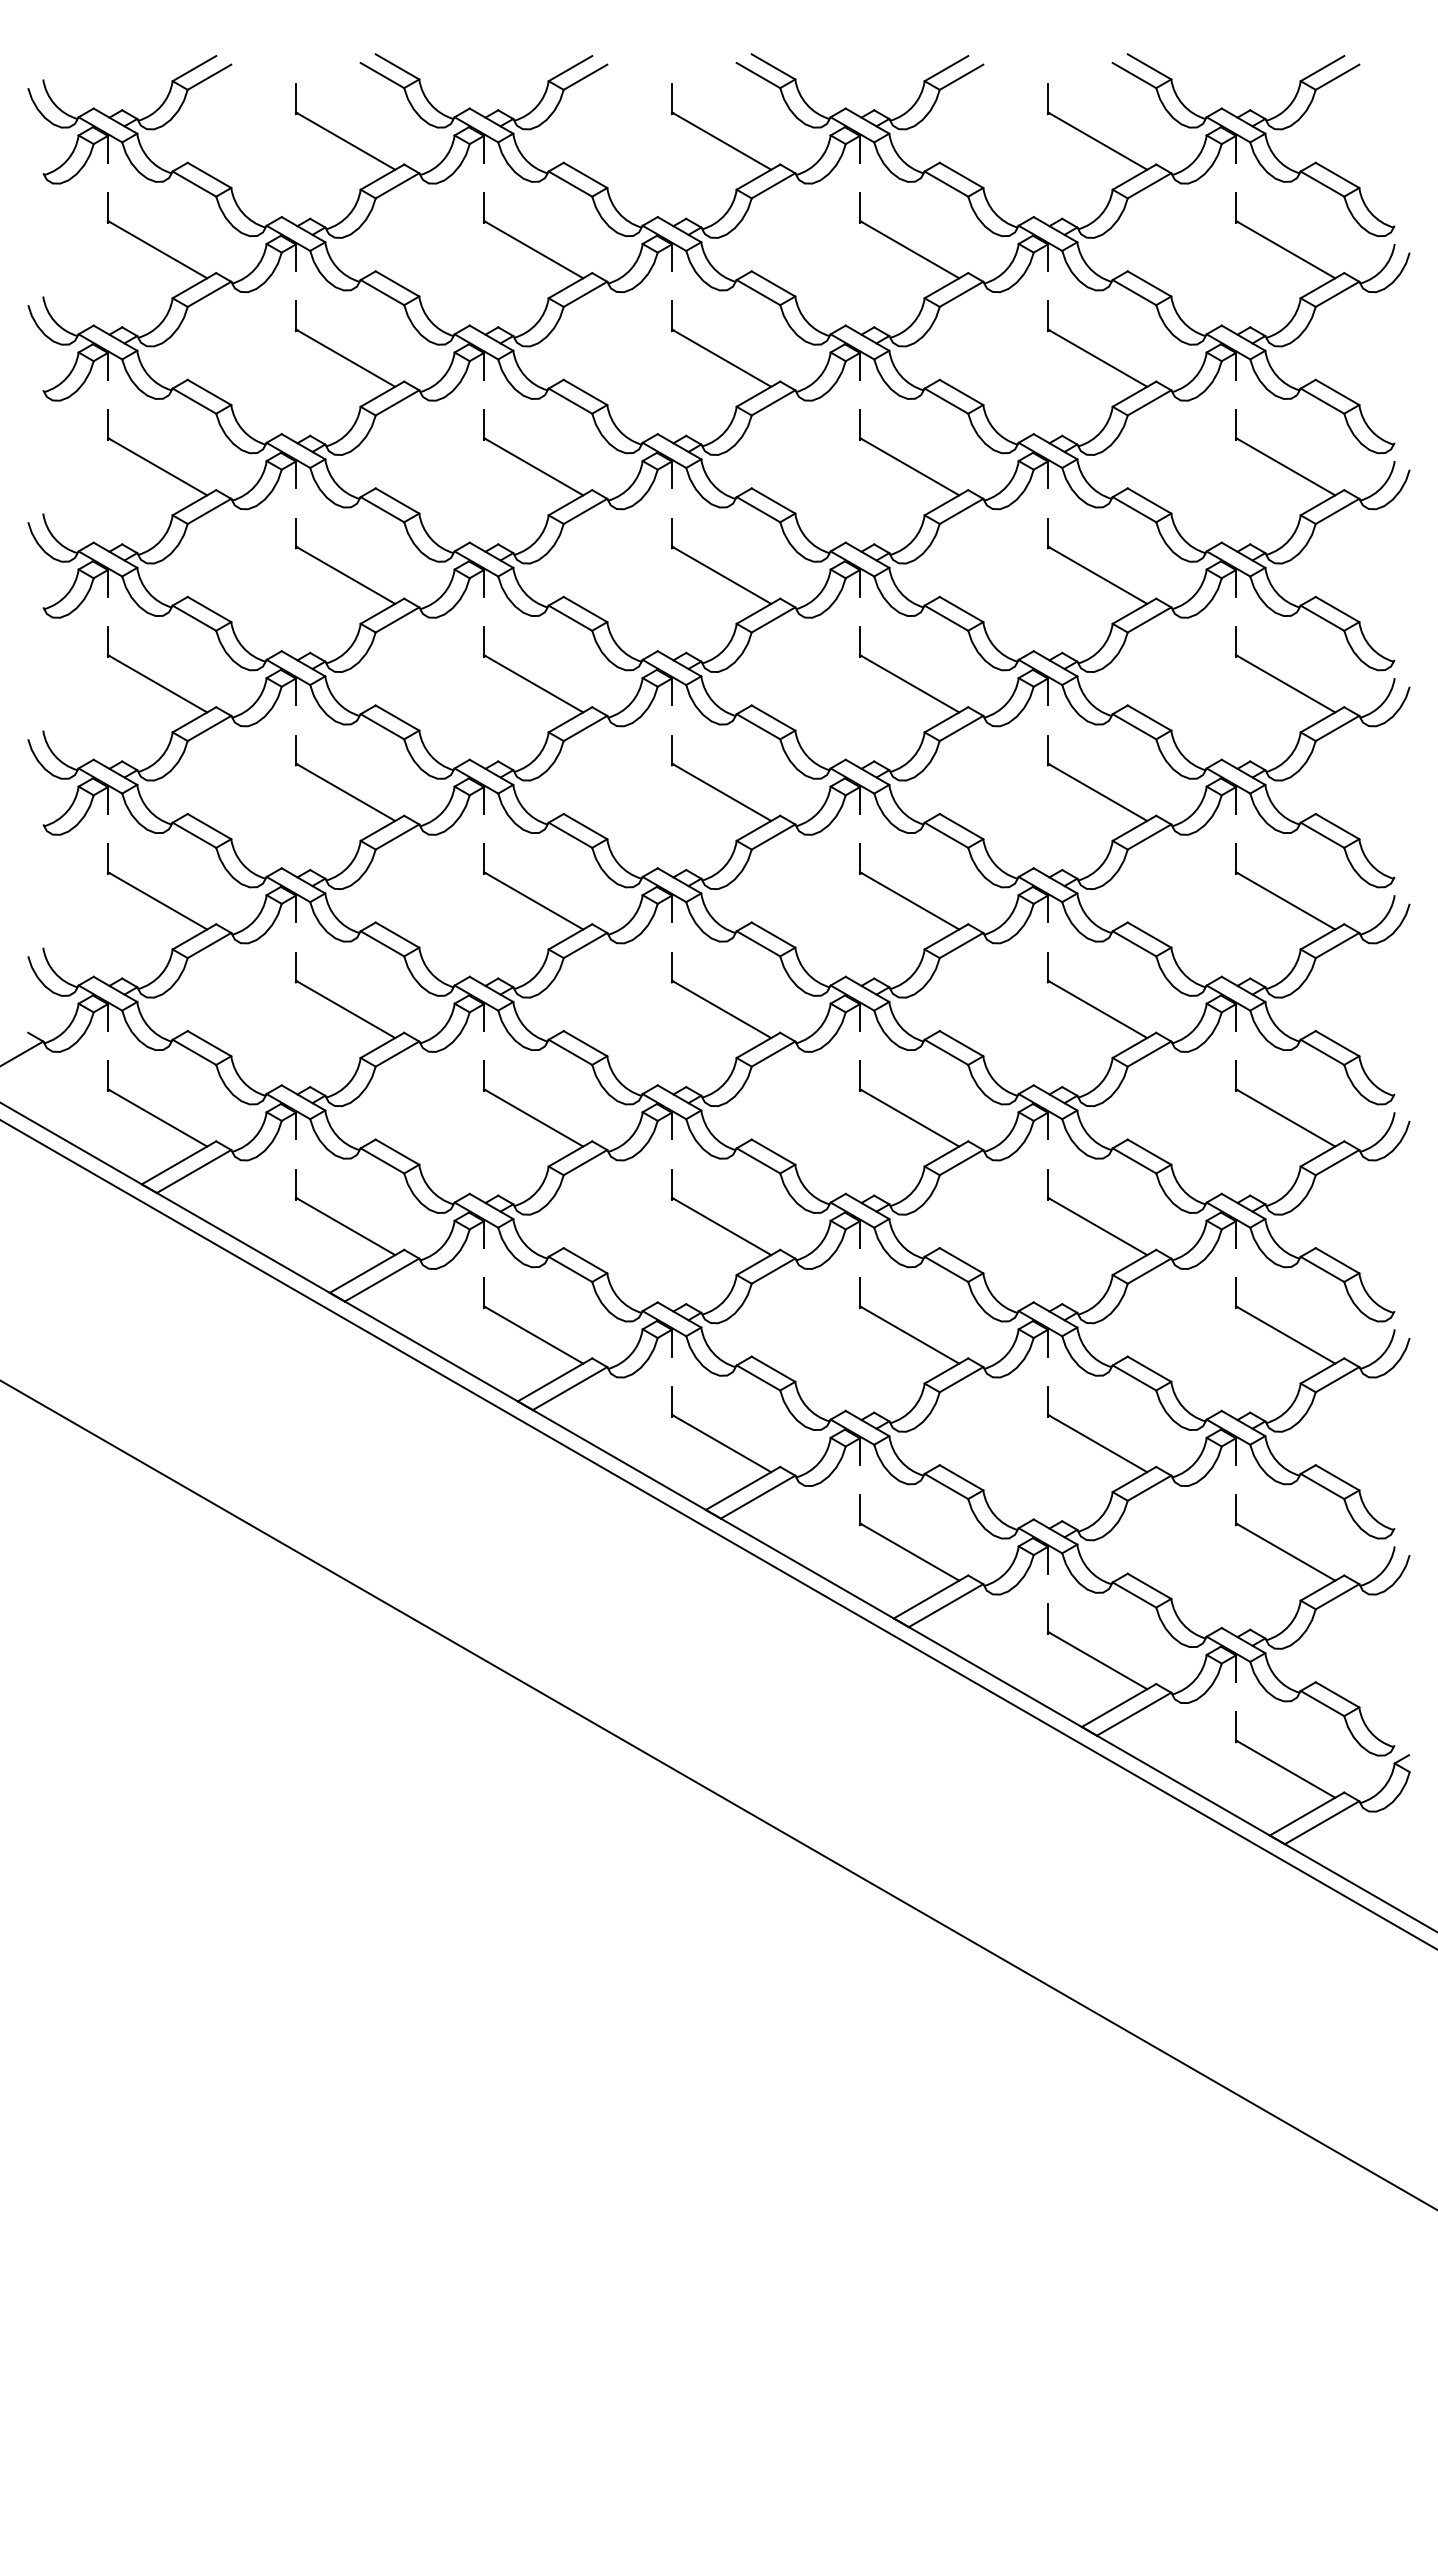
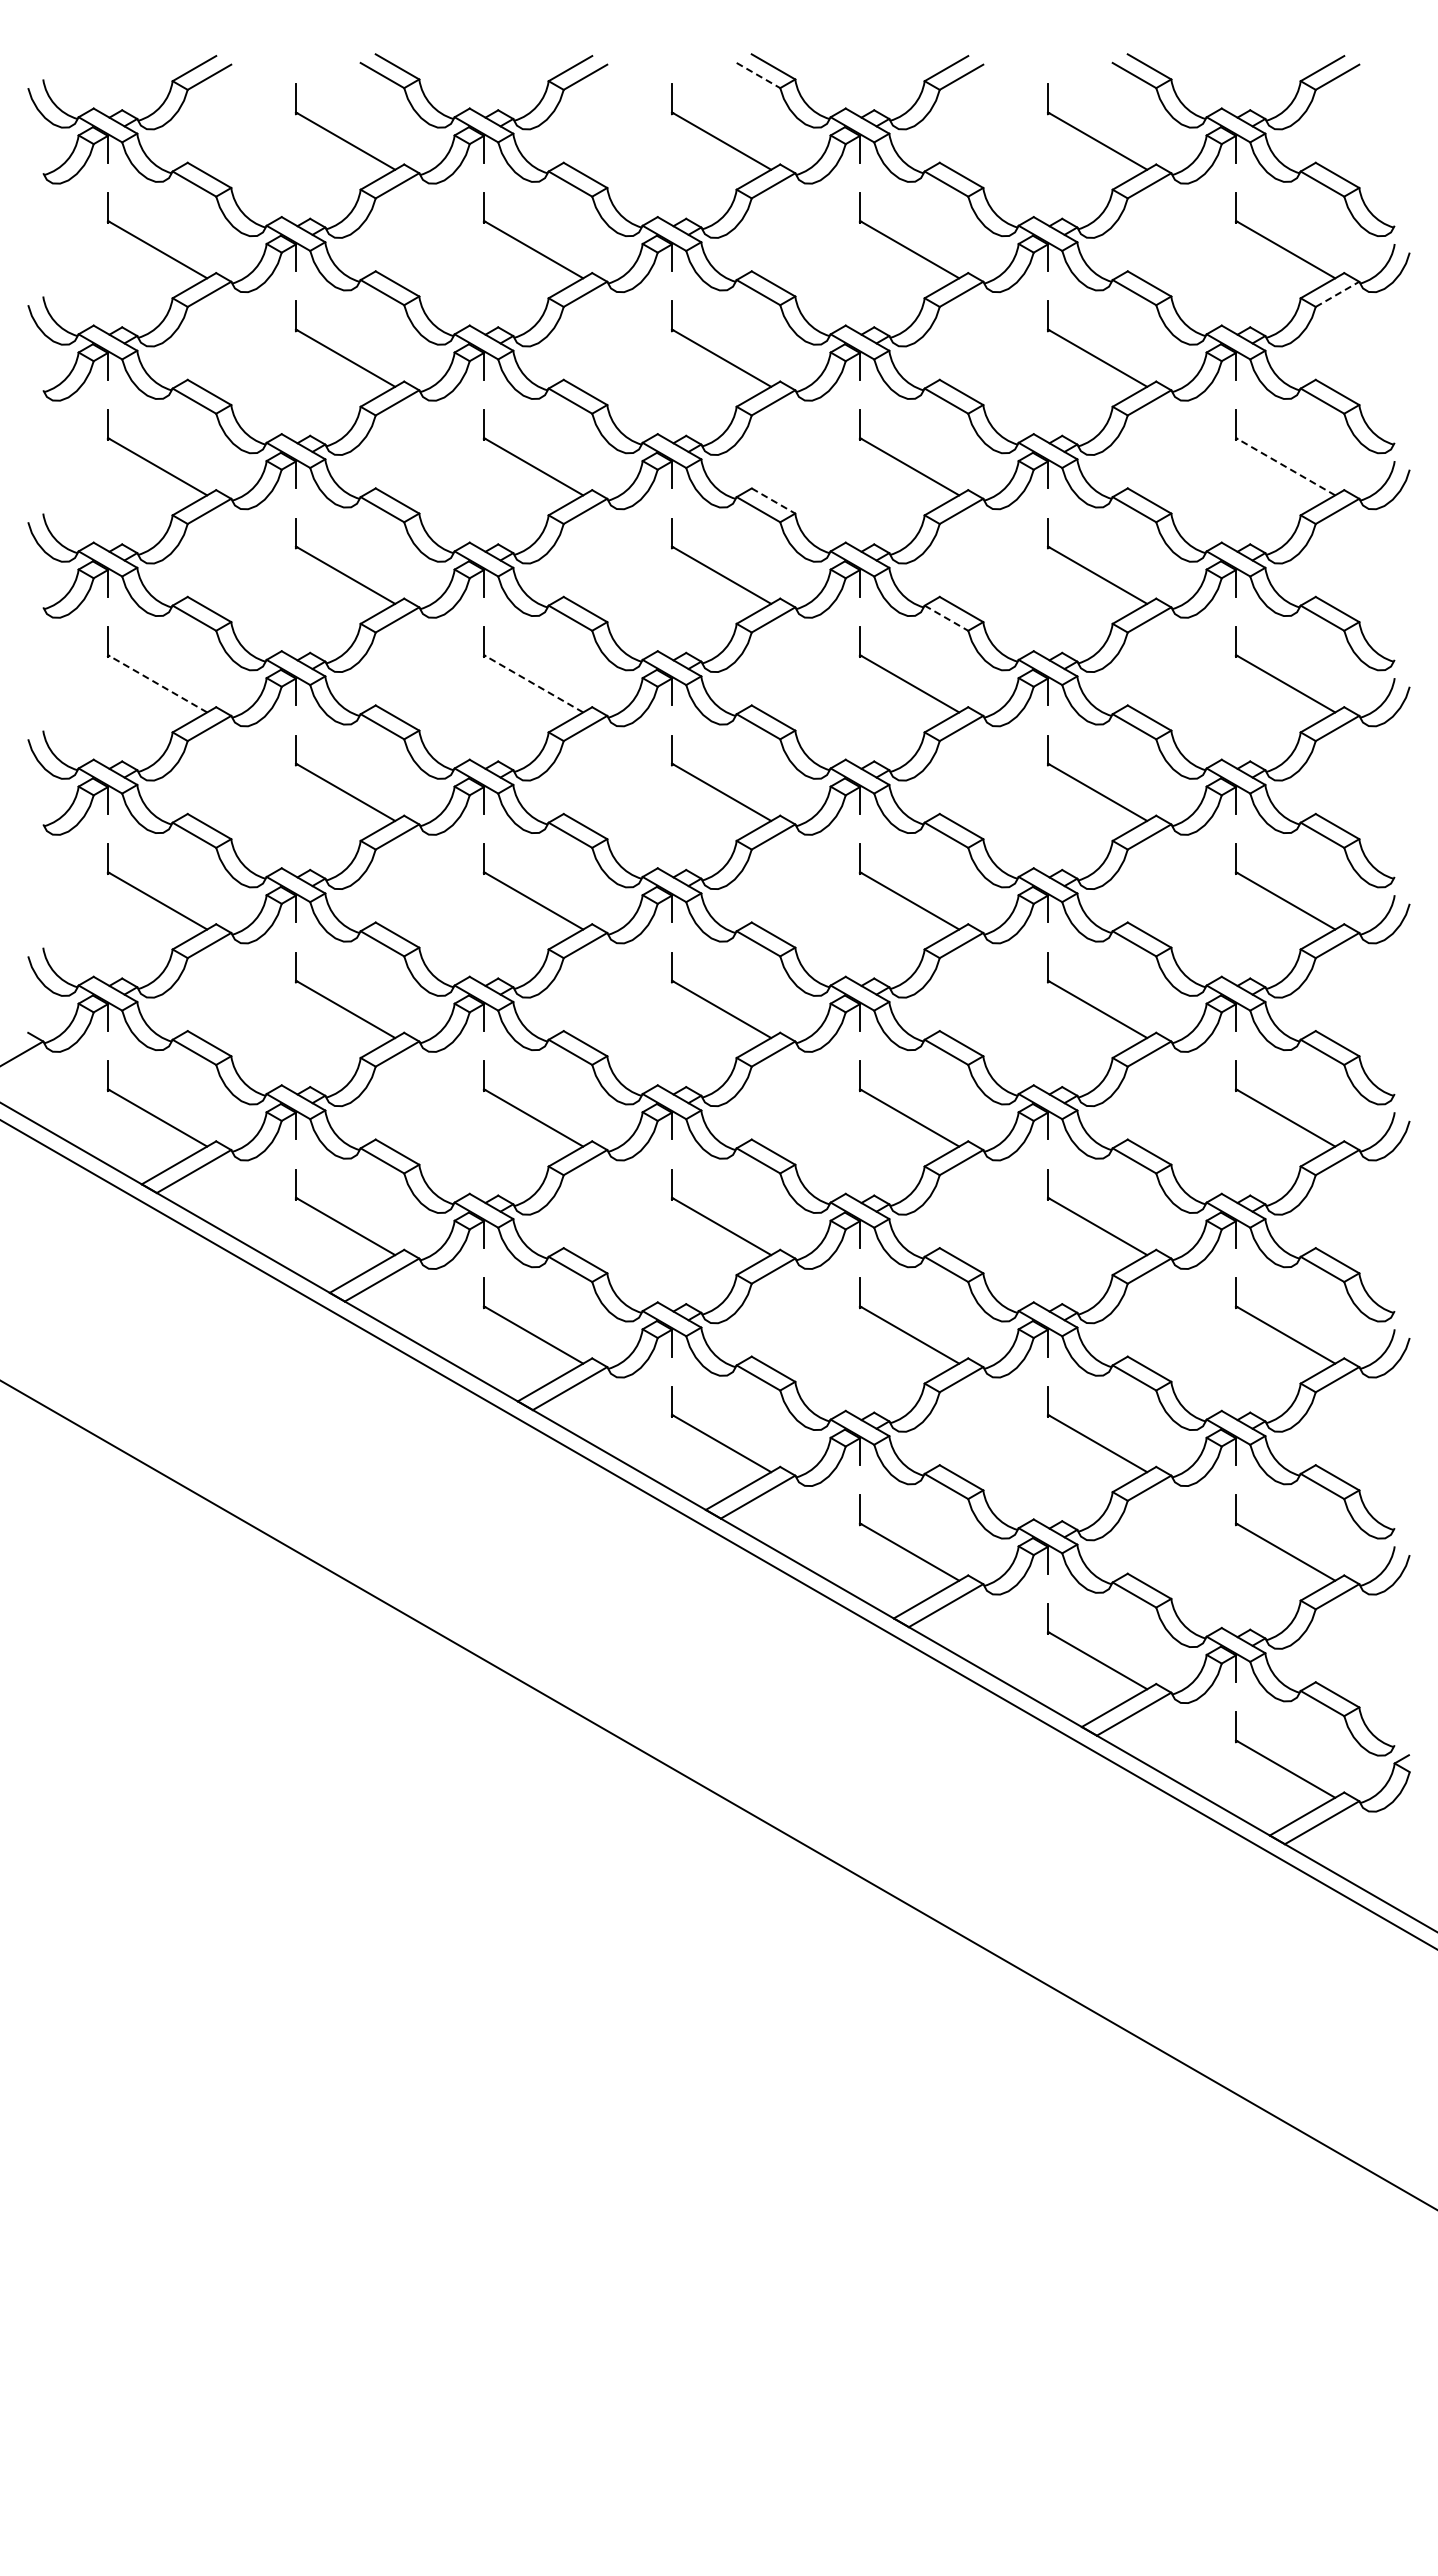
line at (758, 75): solid -> dashed
line at (1337, 294): solid -> dashed
line at (1285, 466): solid -> dashed
line at (773, 501): solid -> dashed
line at (946, 618): solid -> dashed
line at (157, 683): solid -> dashed
line at (533, 683): solid -> dashed
